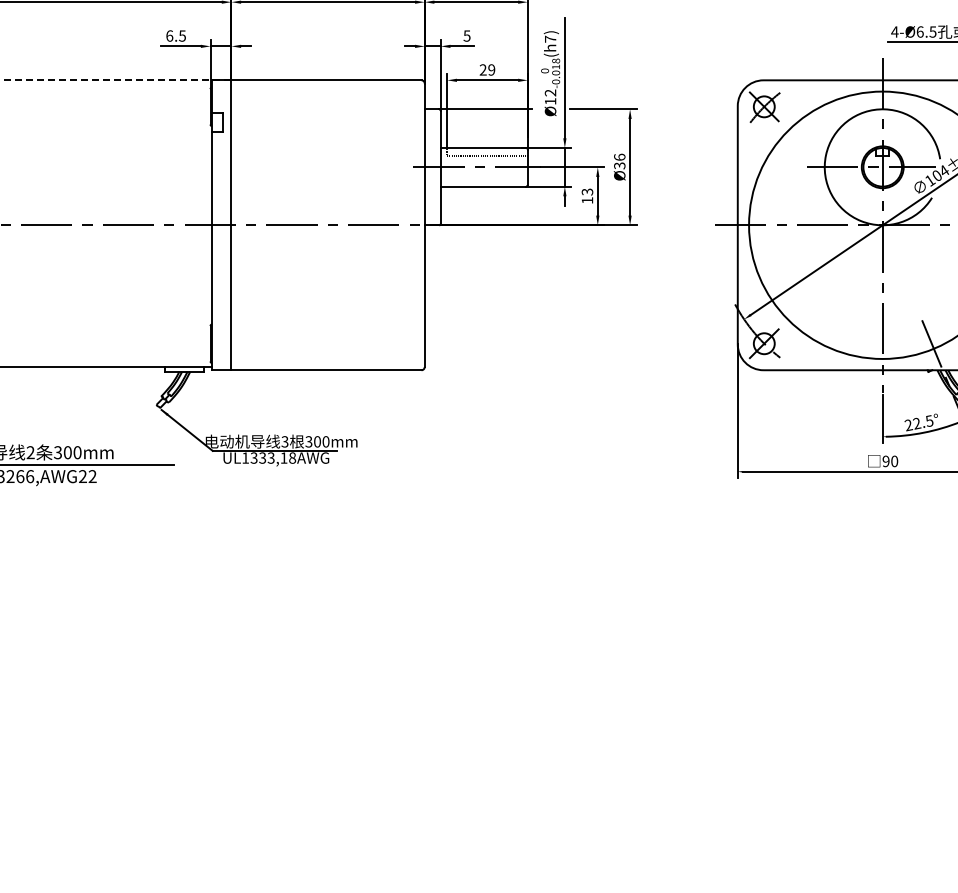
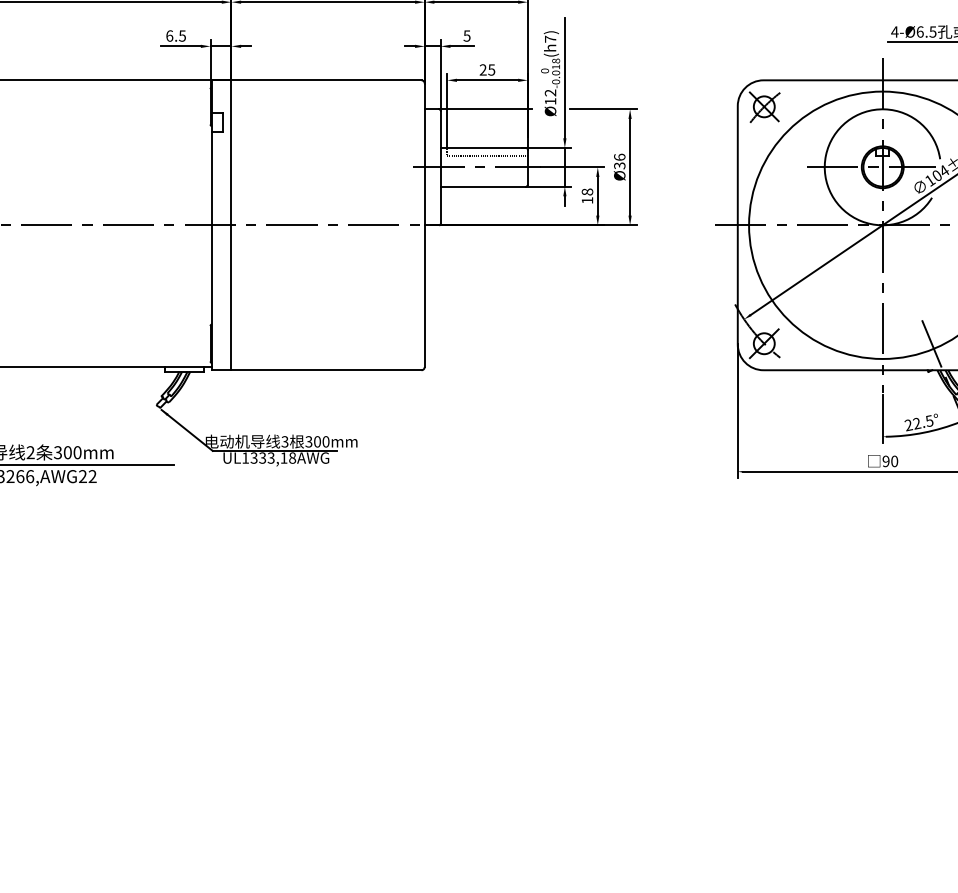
text at (491, 69): 29 -> 25
line at (115, 80): dashed -> solid
text at (587, 191): 13 -> 18
